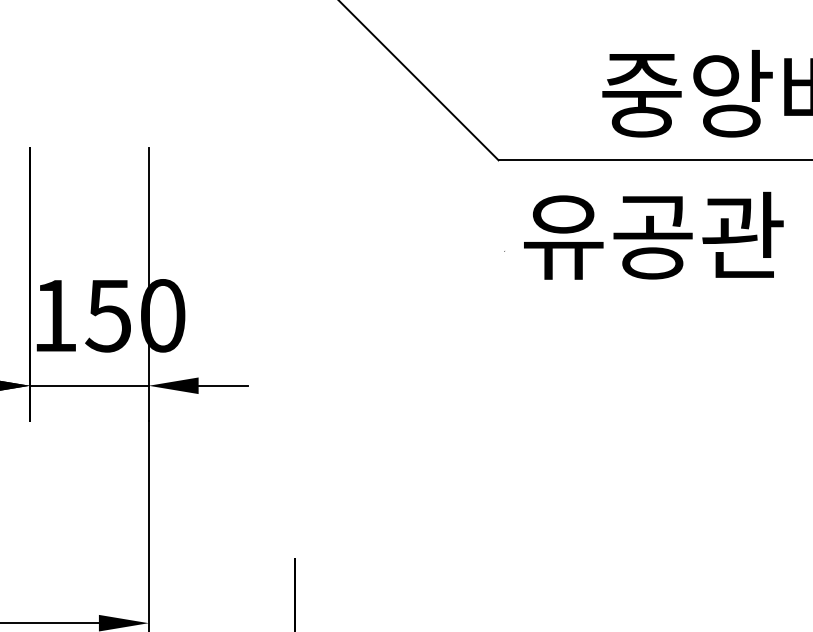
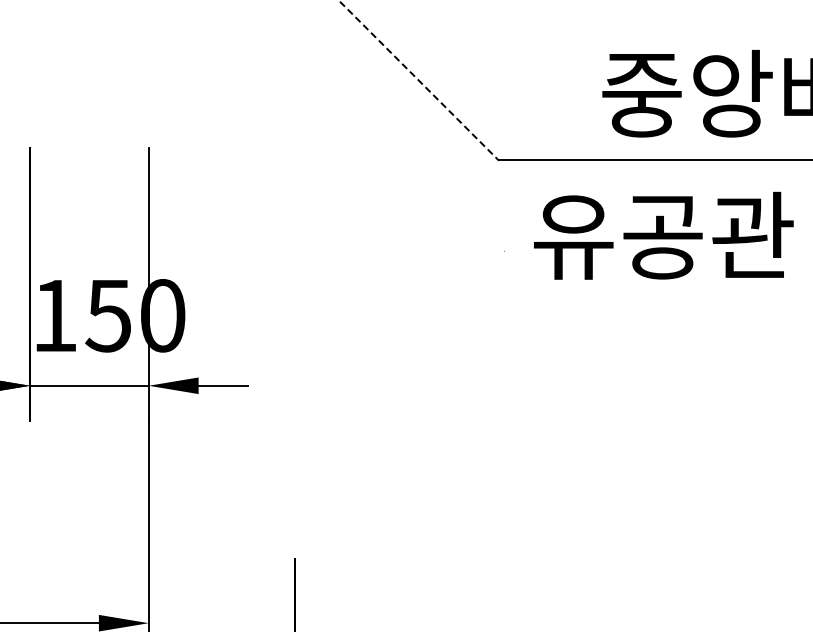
line at (418, 80): solid -> dashed
text at (653, 235) position: (653, 235) -> (663, 235)
